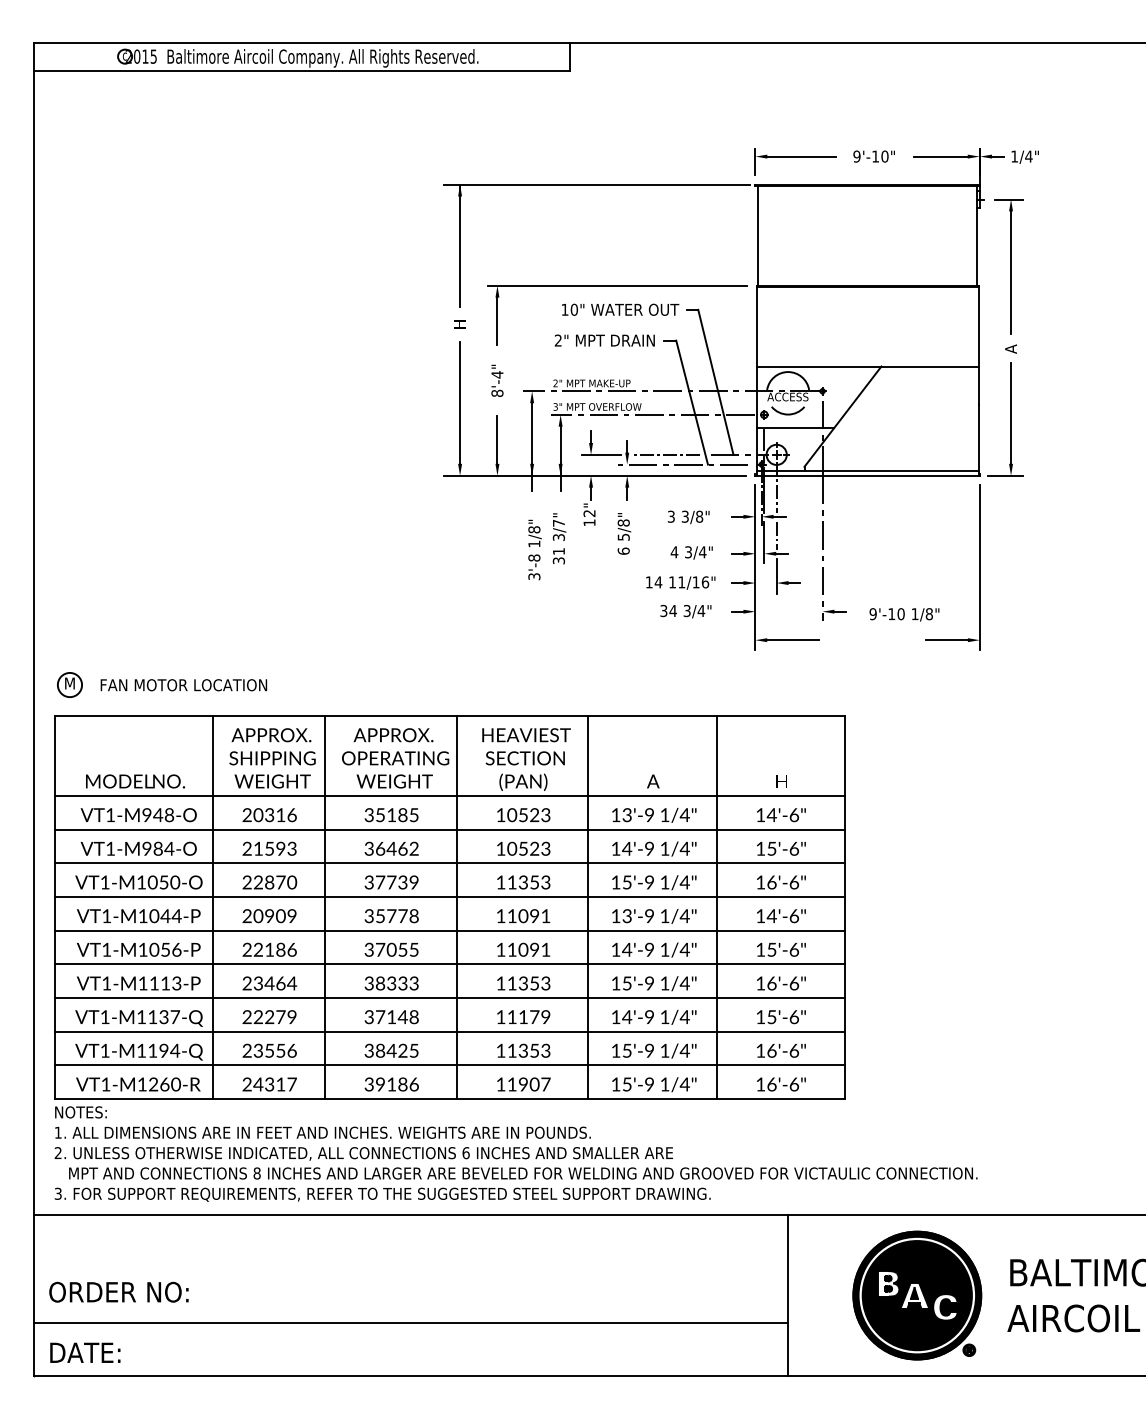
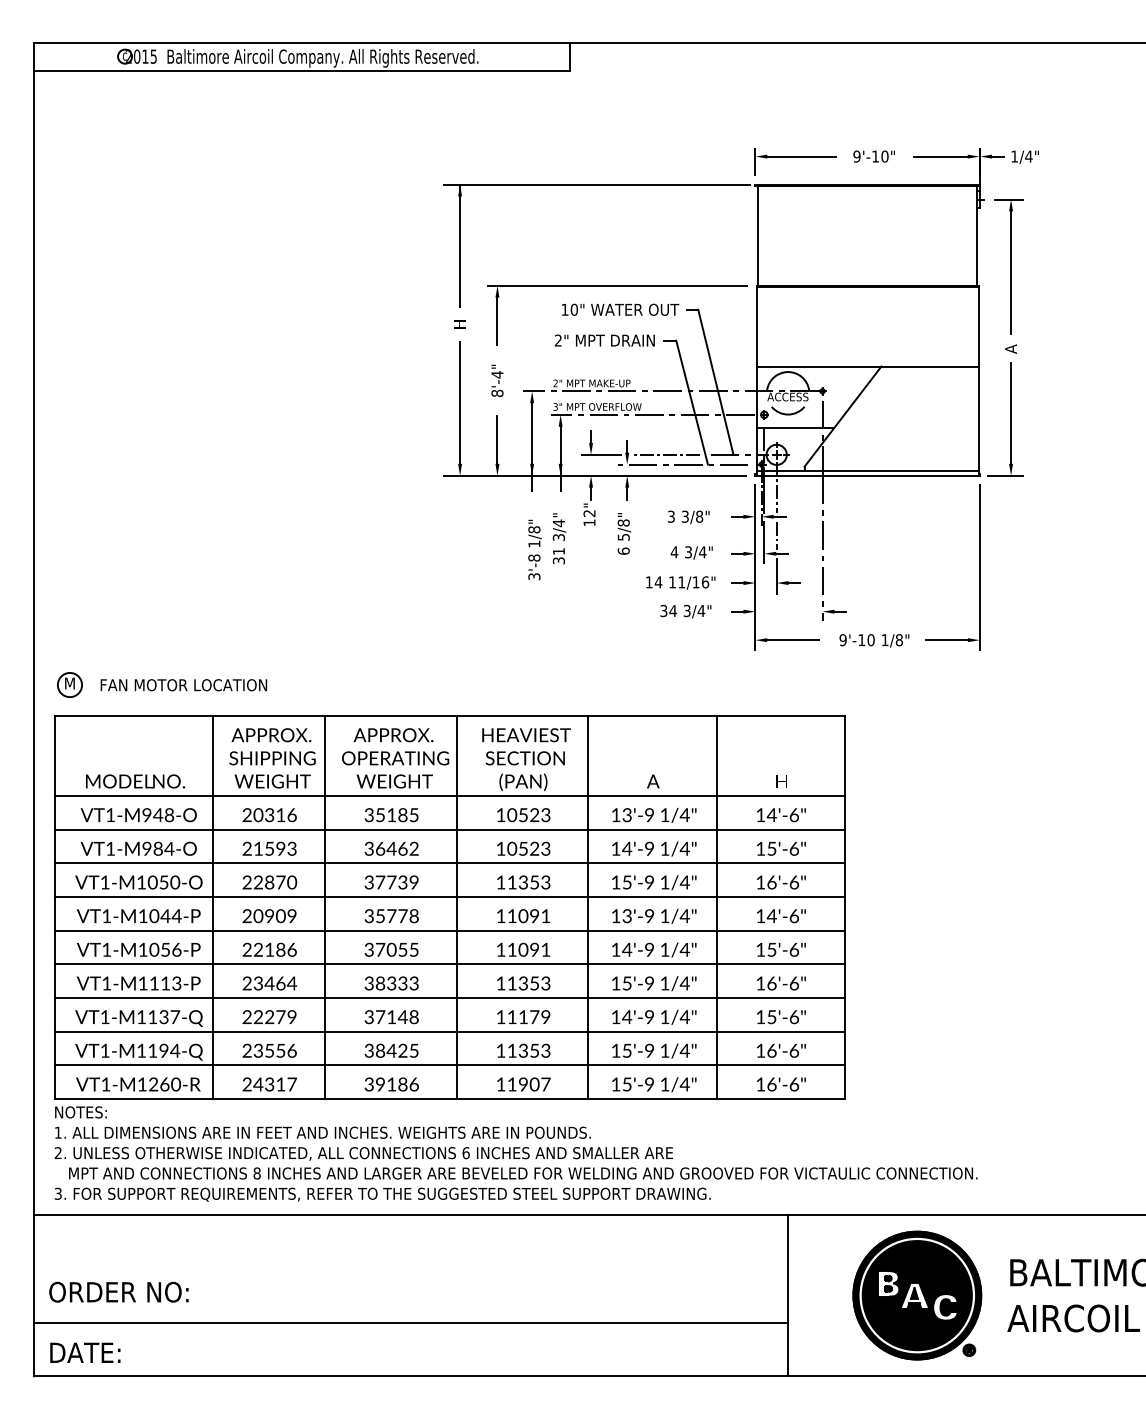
text at (558, 523): 3/7" -> 3/4"
text at (904, 614) position: (904, 614) -> (874, 640)
